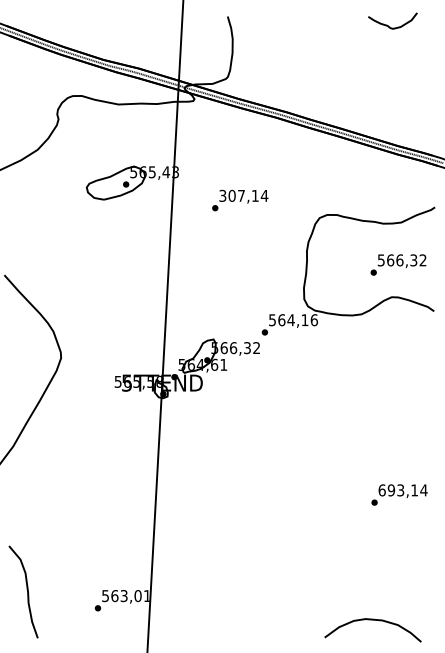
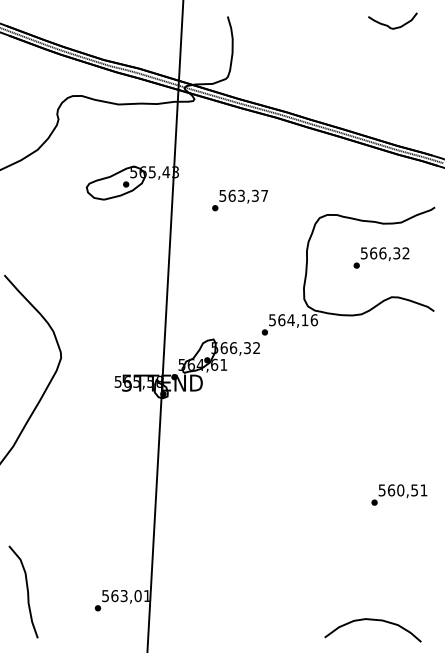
text at (243, 195): 307,14 -> 563,37
text at (398, 264) position: (398, 264) -> (381, 257)
text at (402, 490): 693,14 -> 560,51
